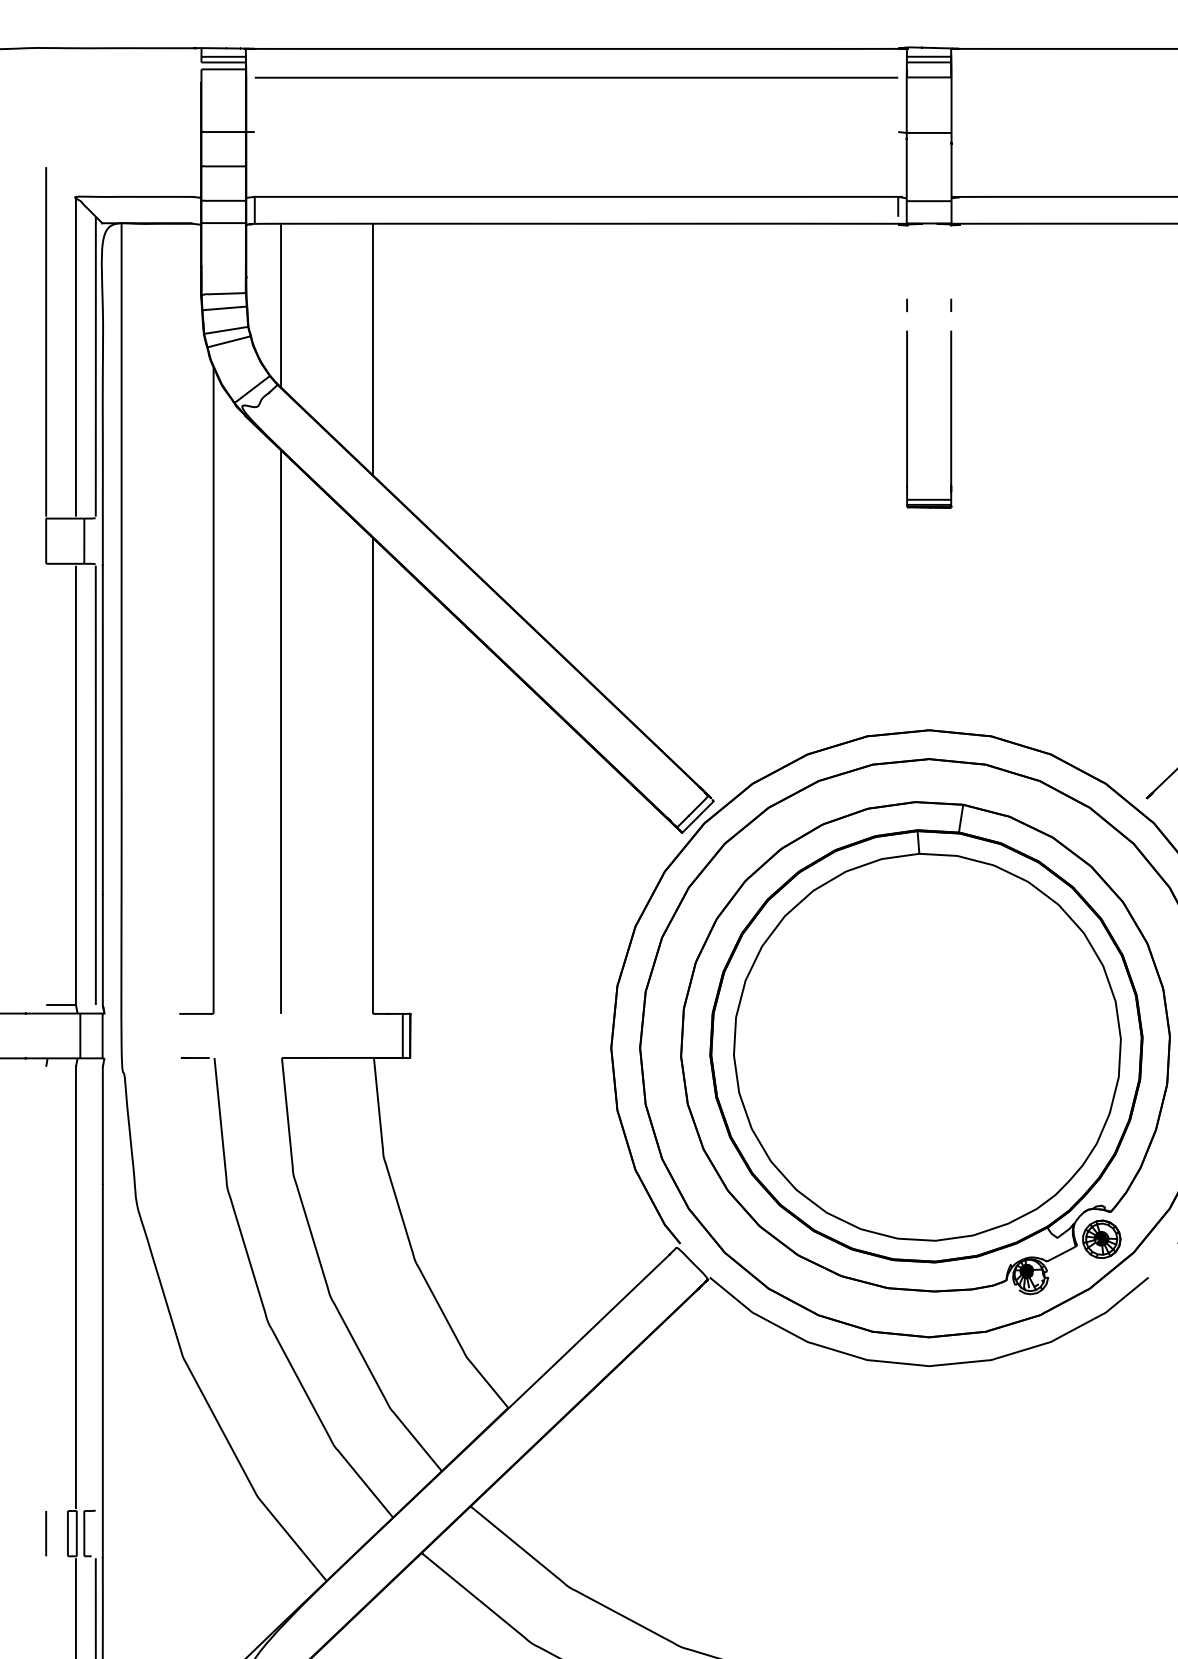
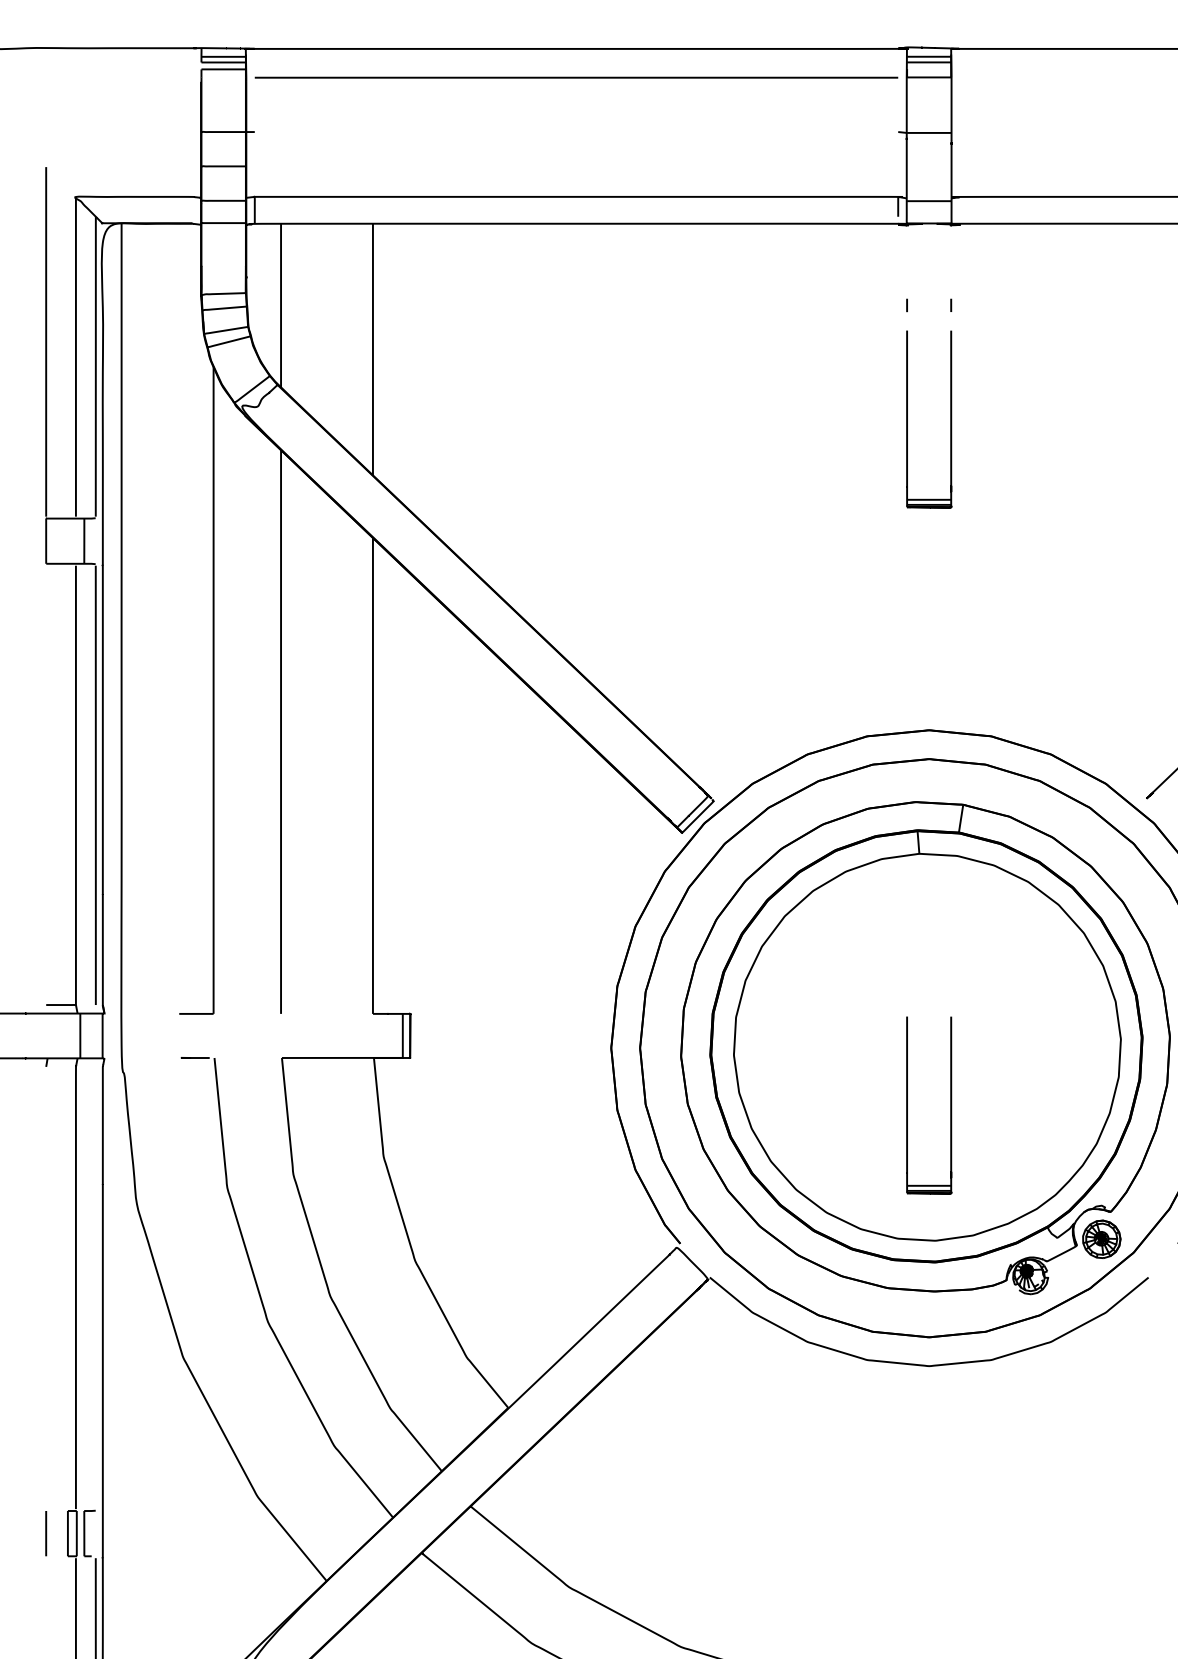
part at (950, 1105): none -> present
